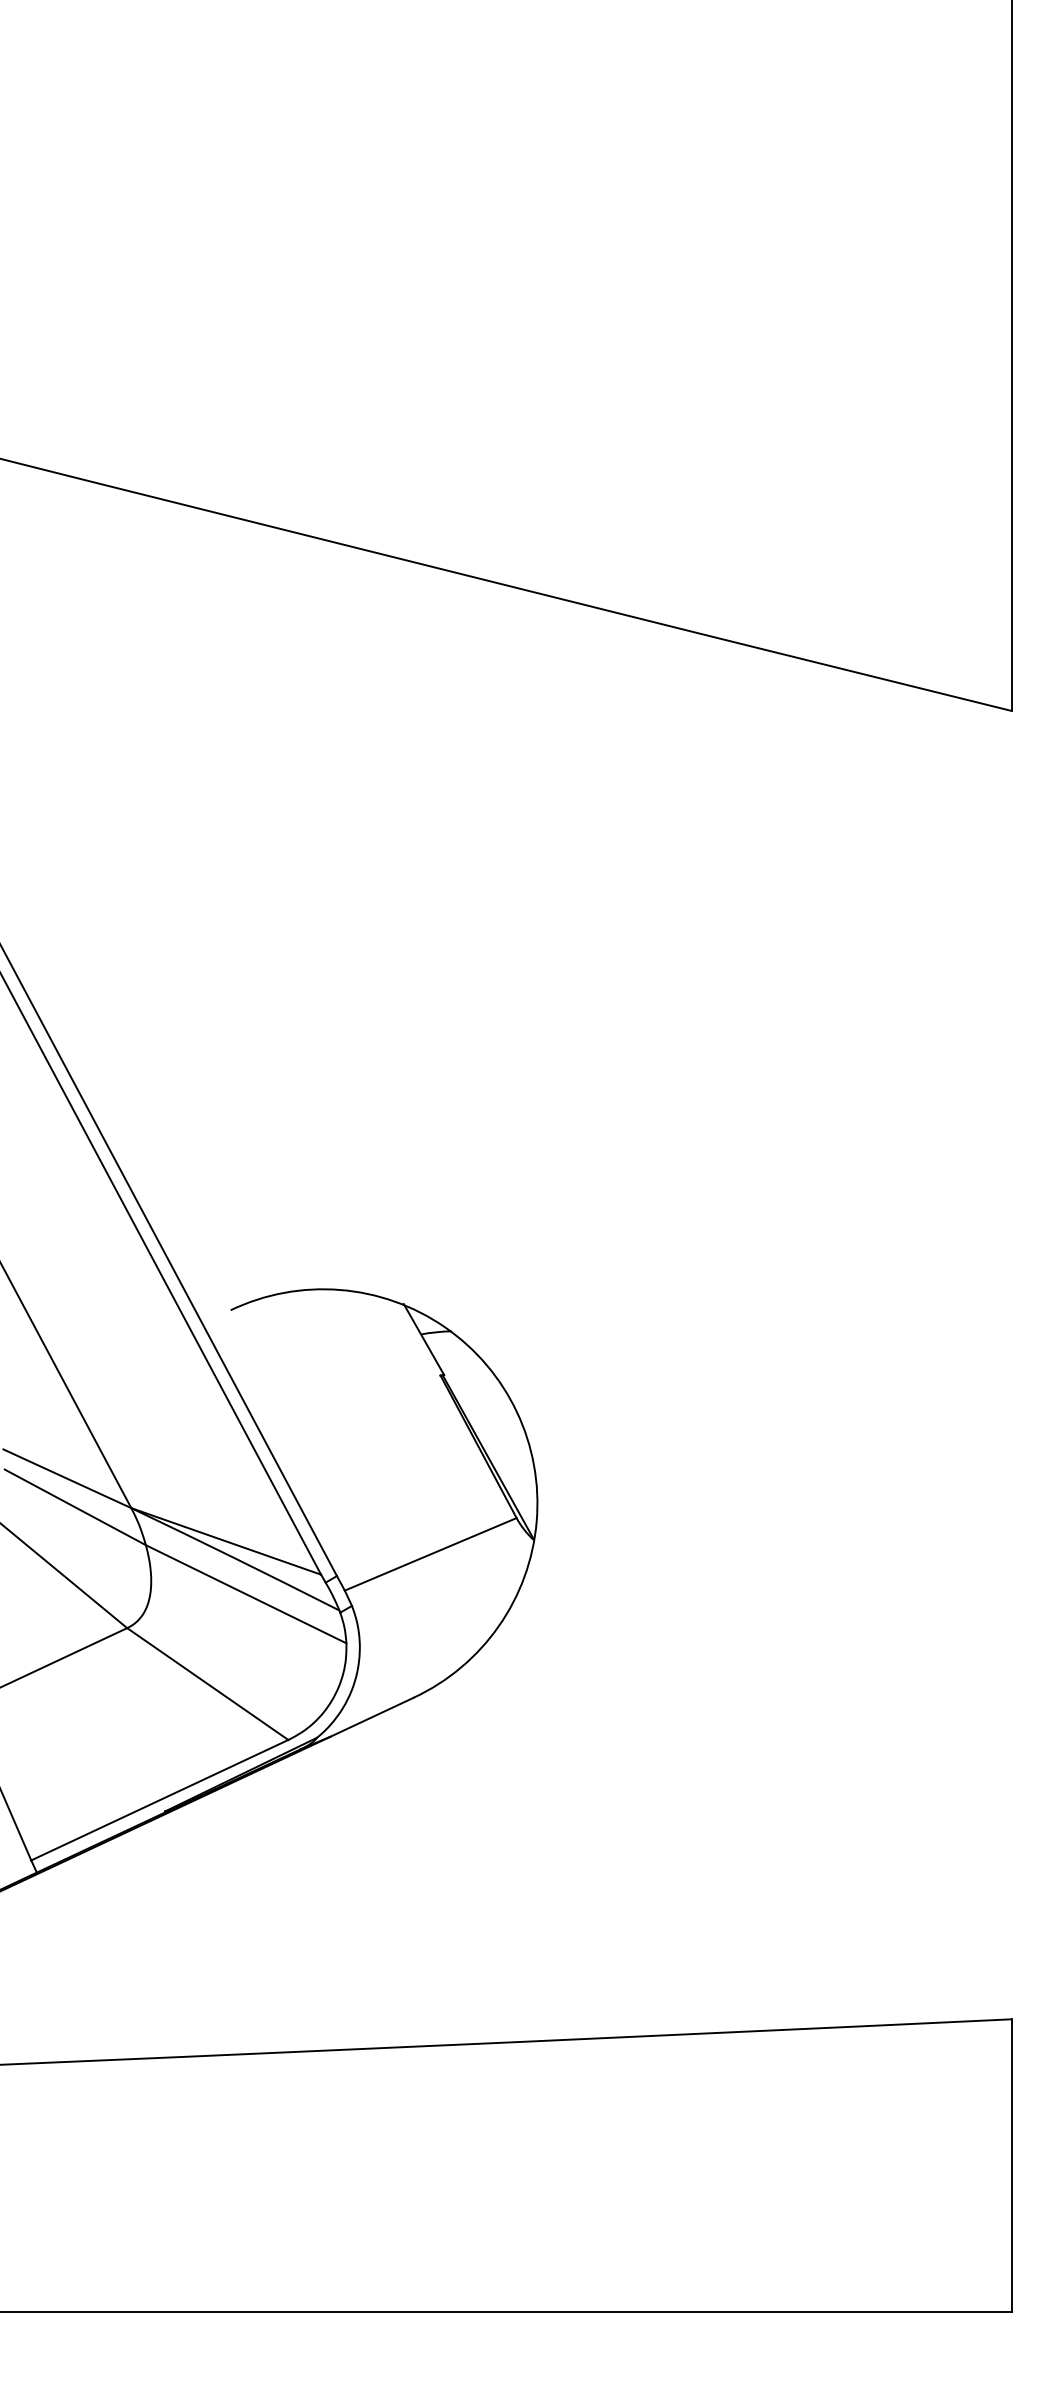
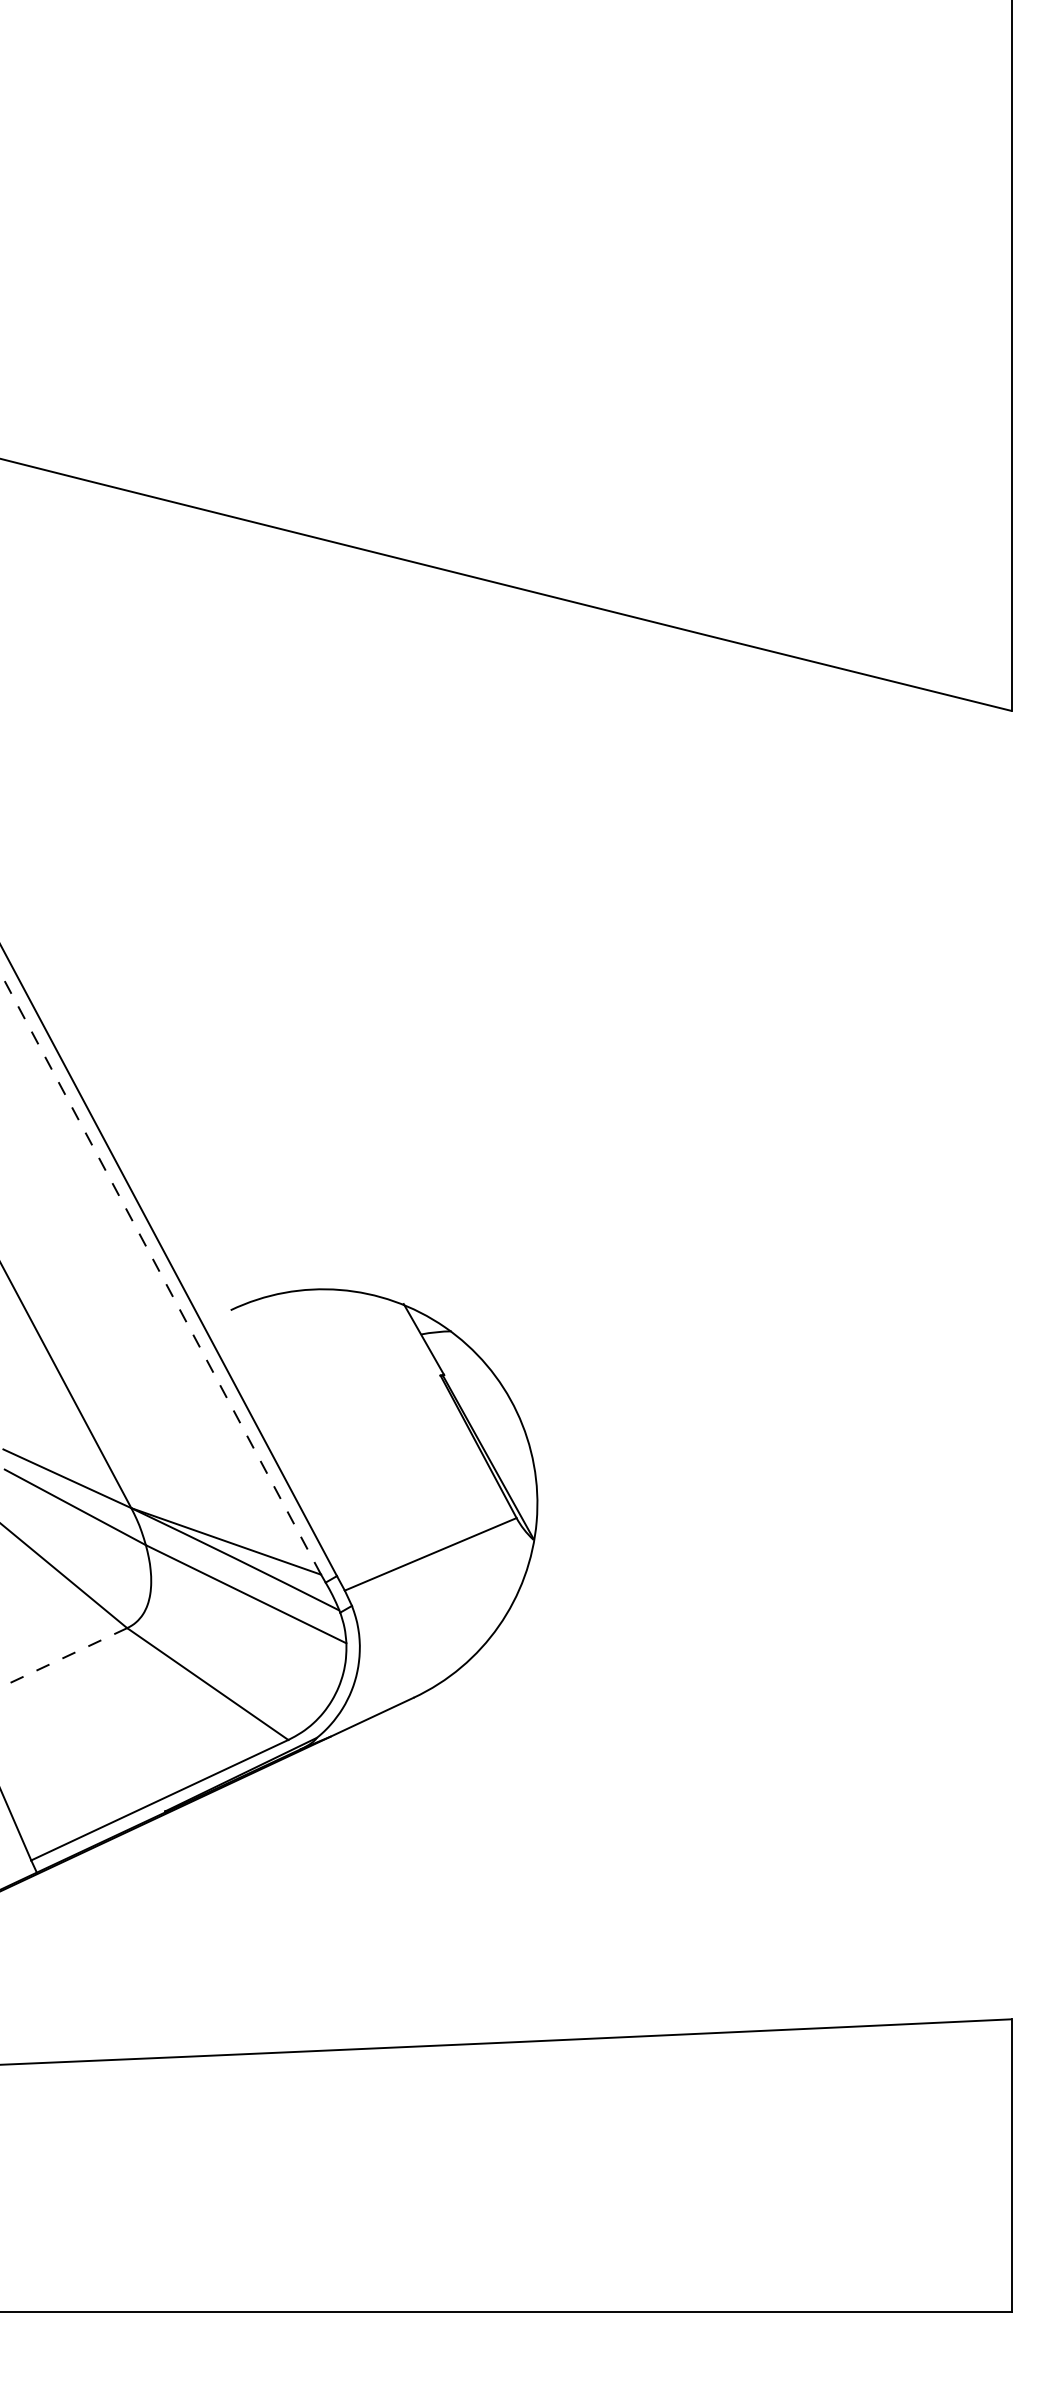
line at (160, 1273): solid -> dashed
line at (64, 1657): solid -> dashed
